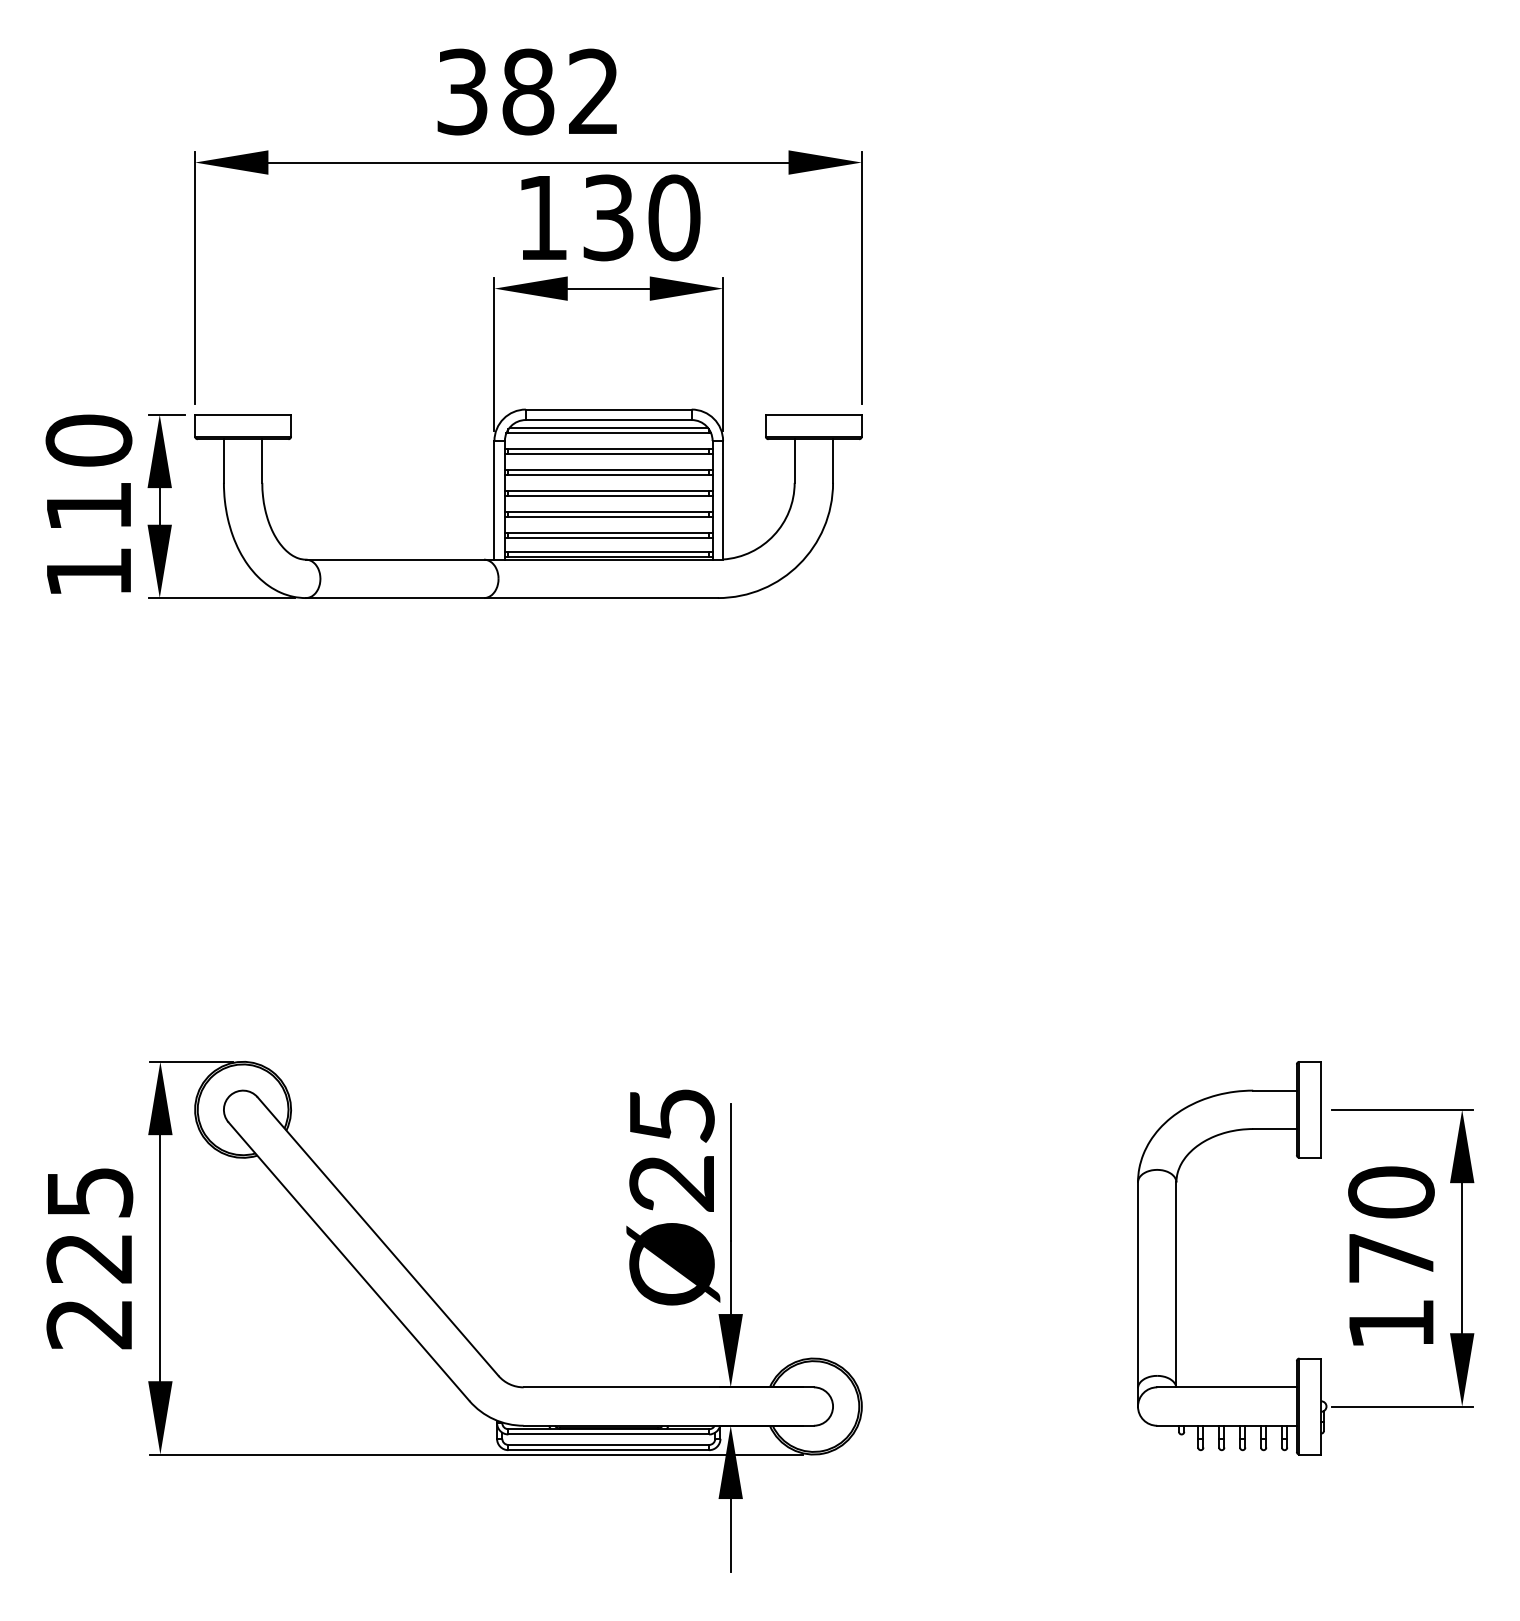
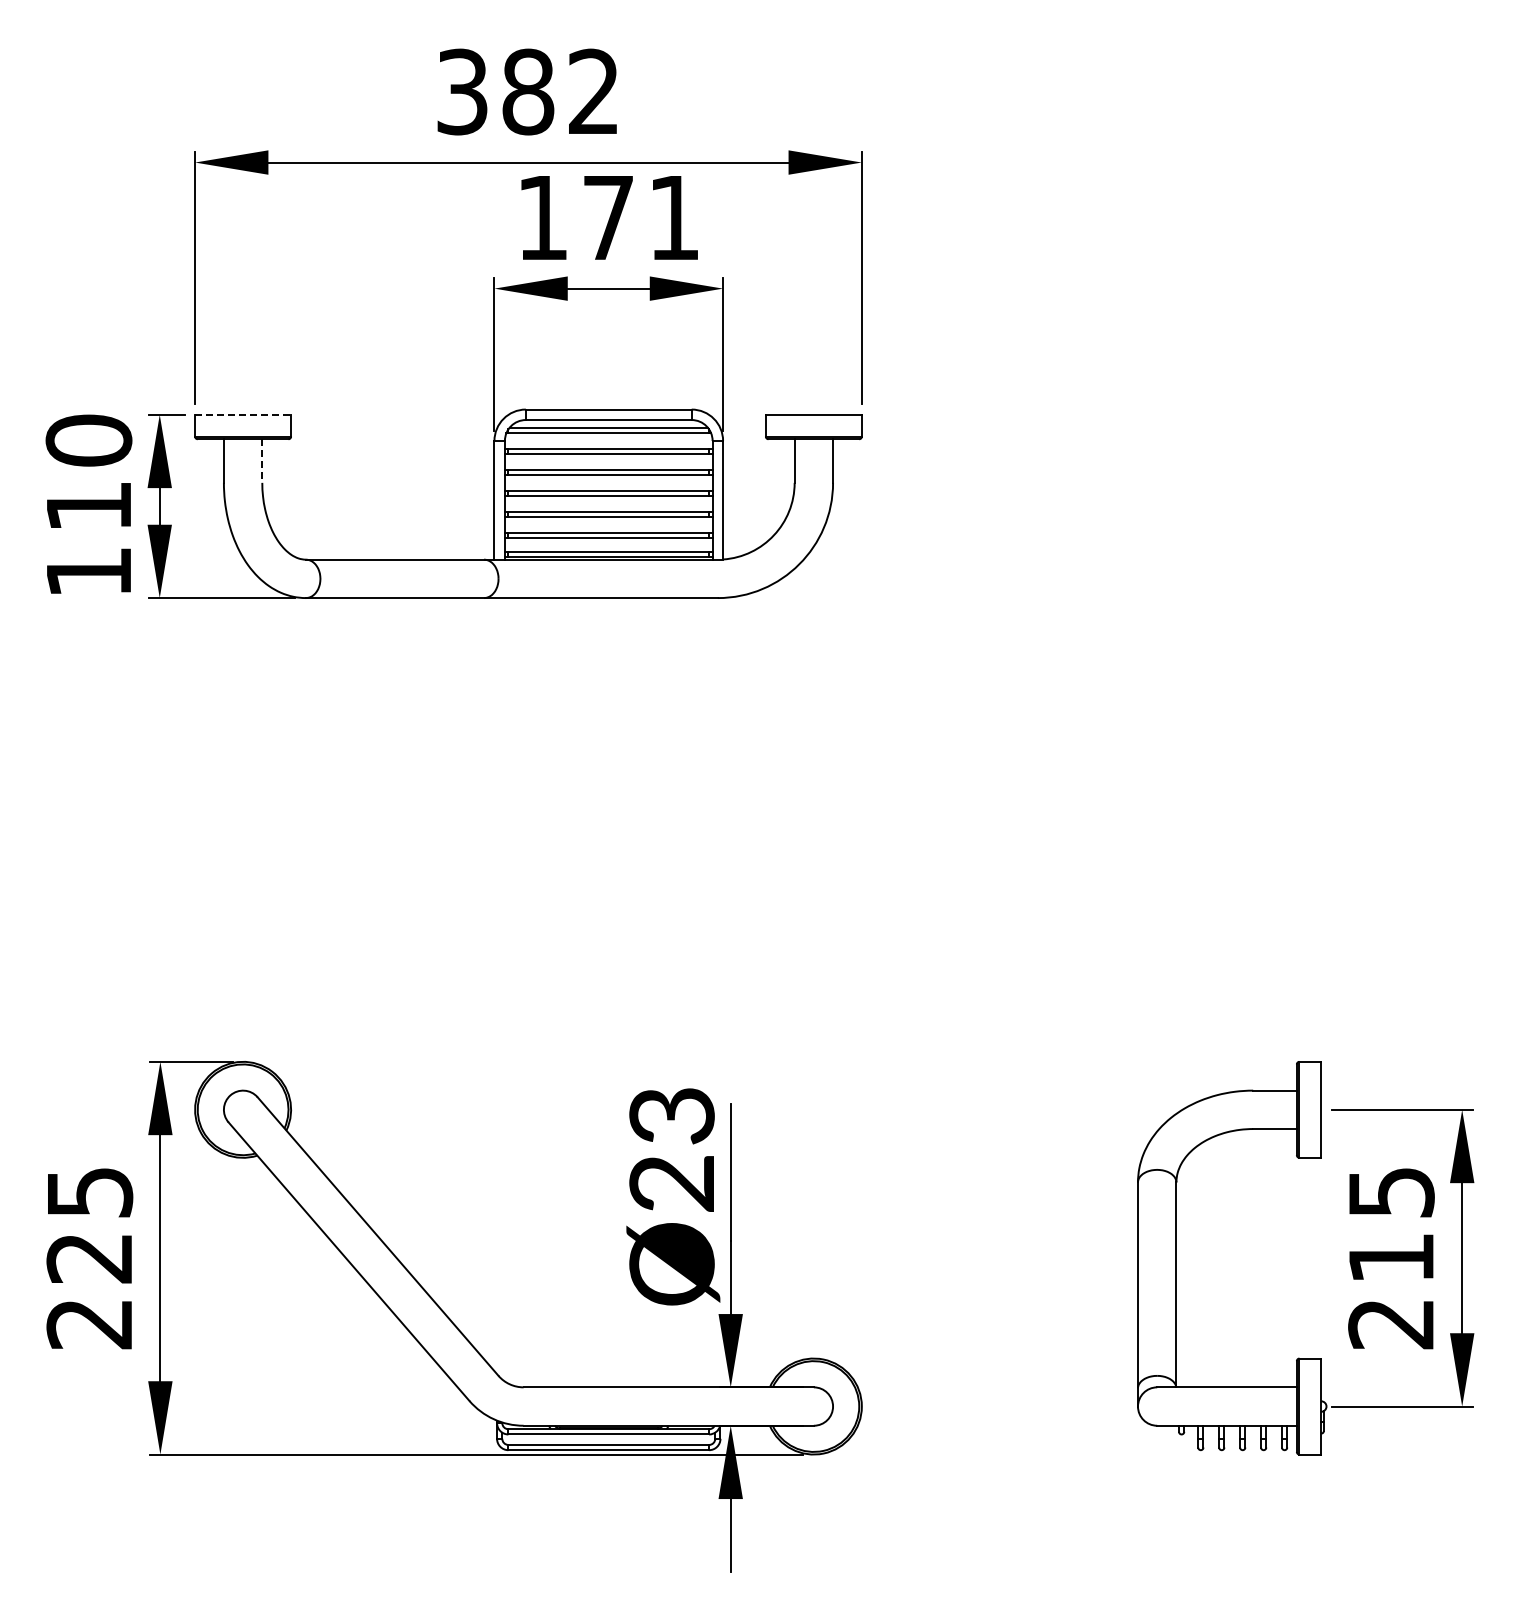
text at (641, 217): 130 -> 171
line at (243, 414): solid -> dashed
line at (262, 461): solid -> dashed
text at (671, 1116): Ø25 -> Ø23
text at (1391, 1257): 170 -> 215
